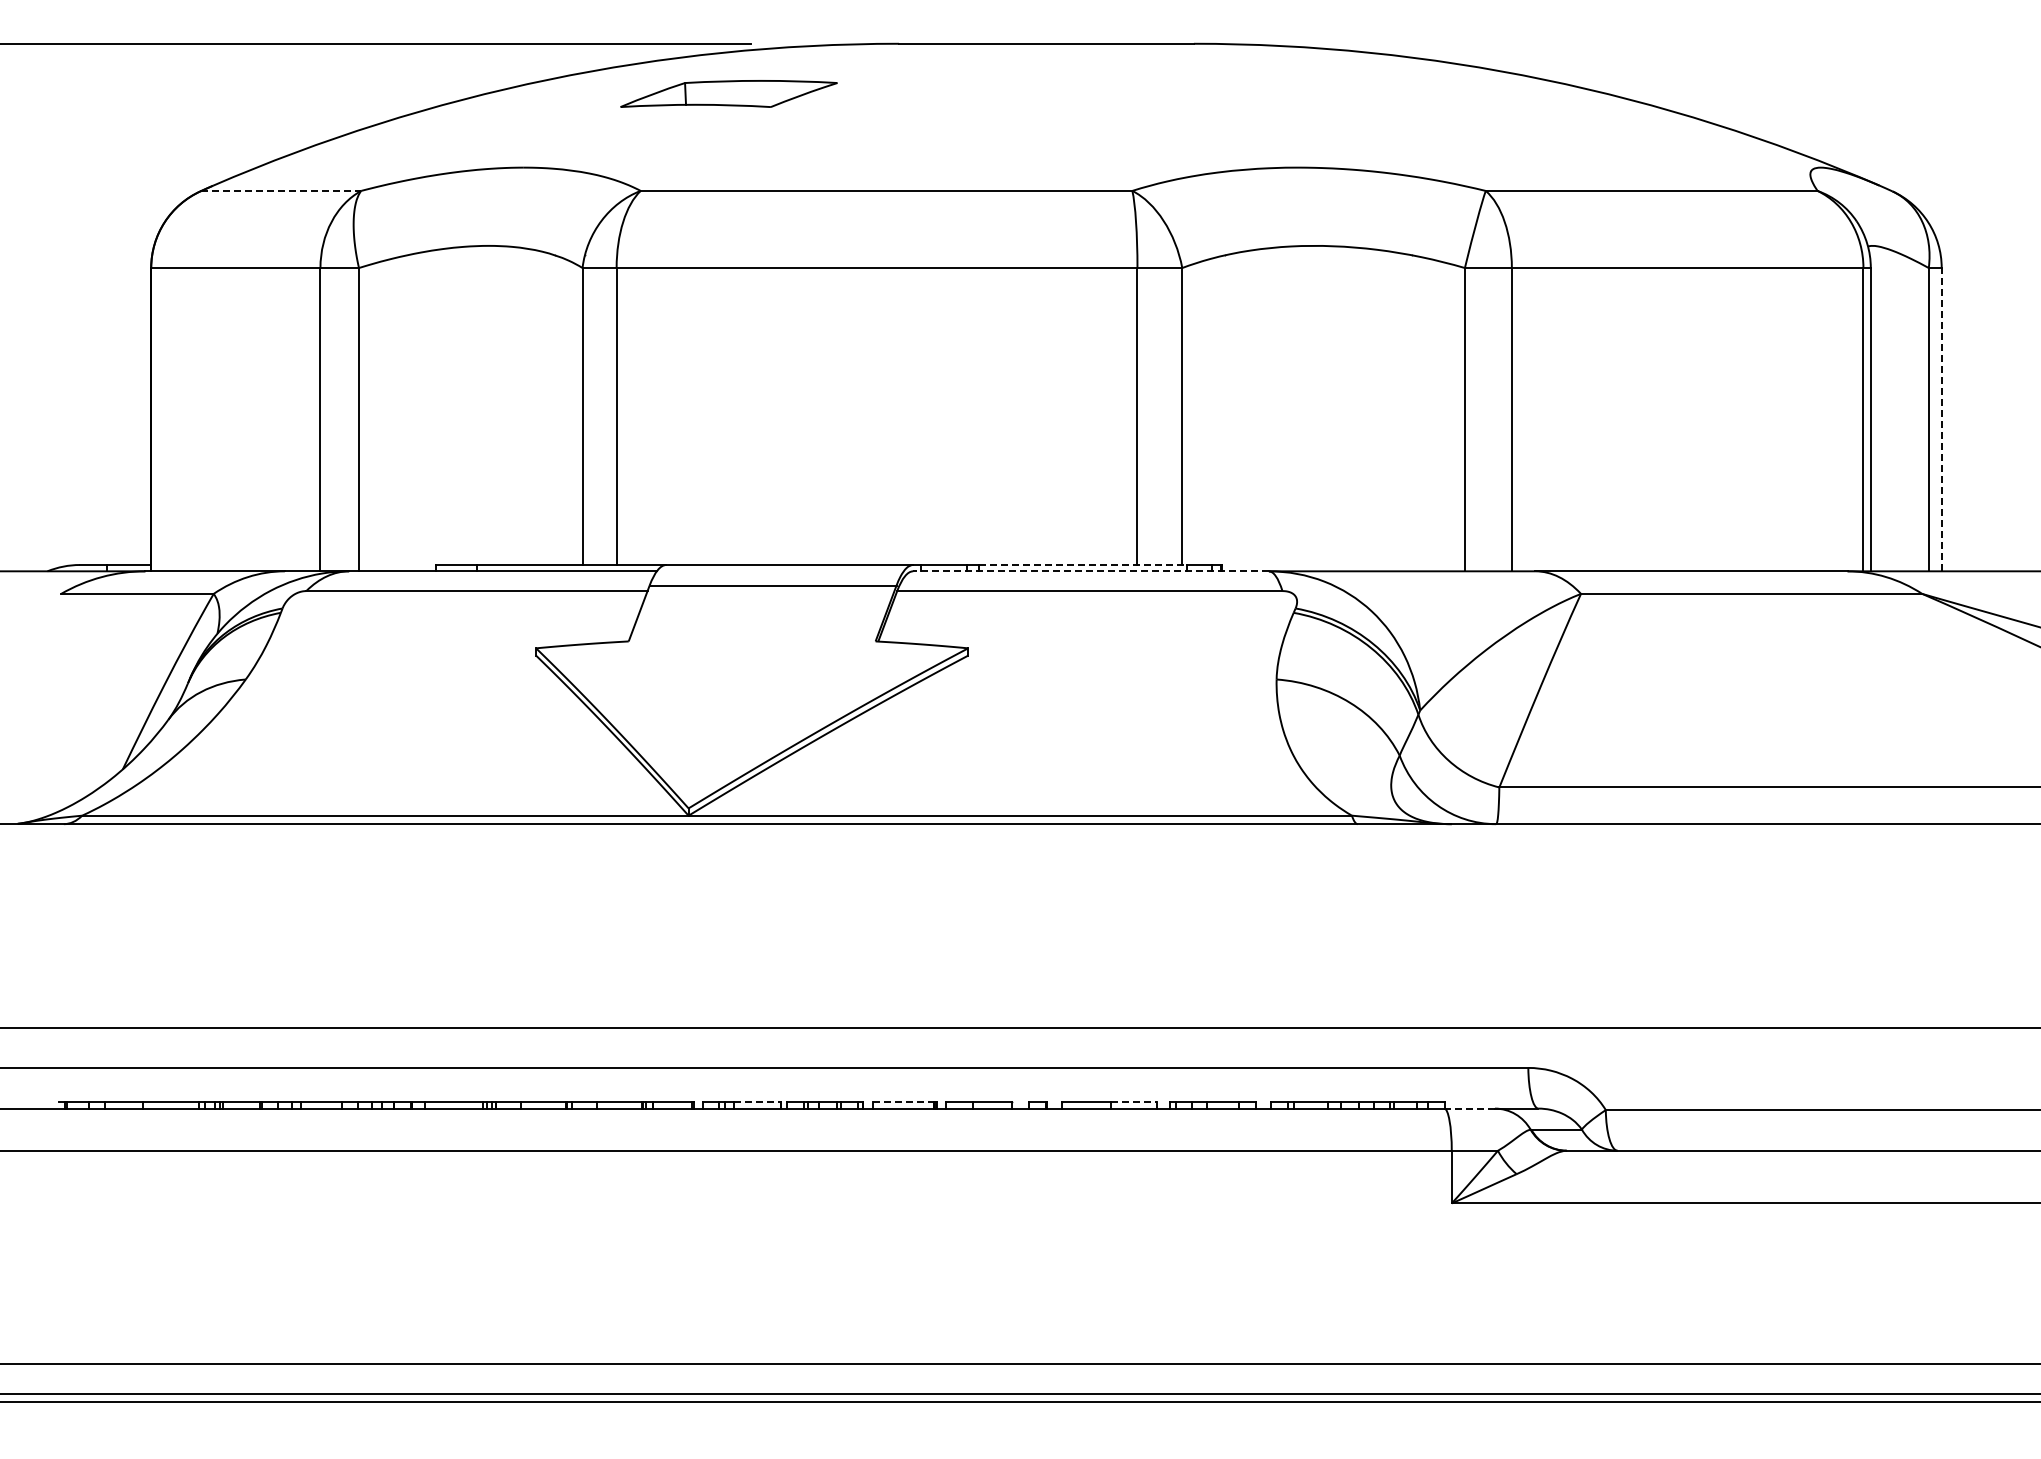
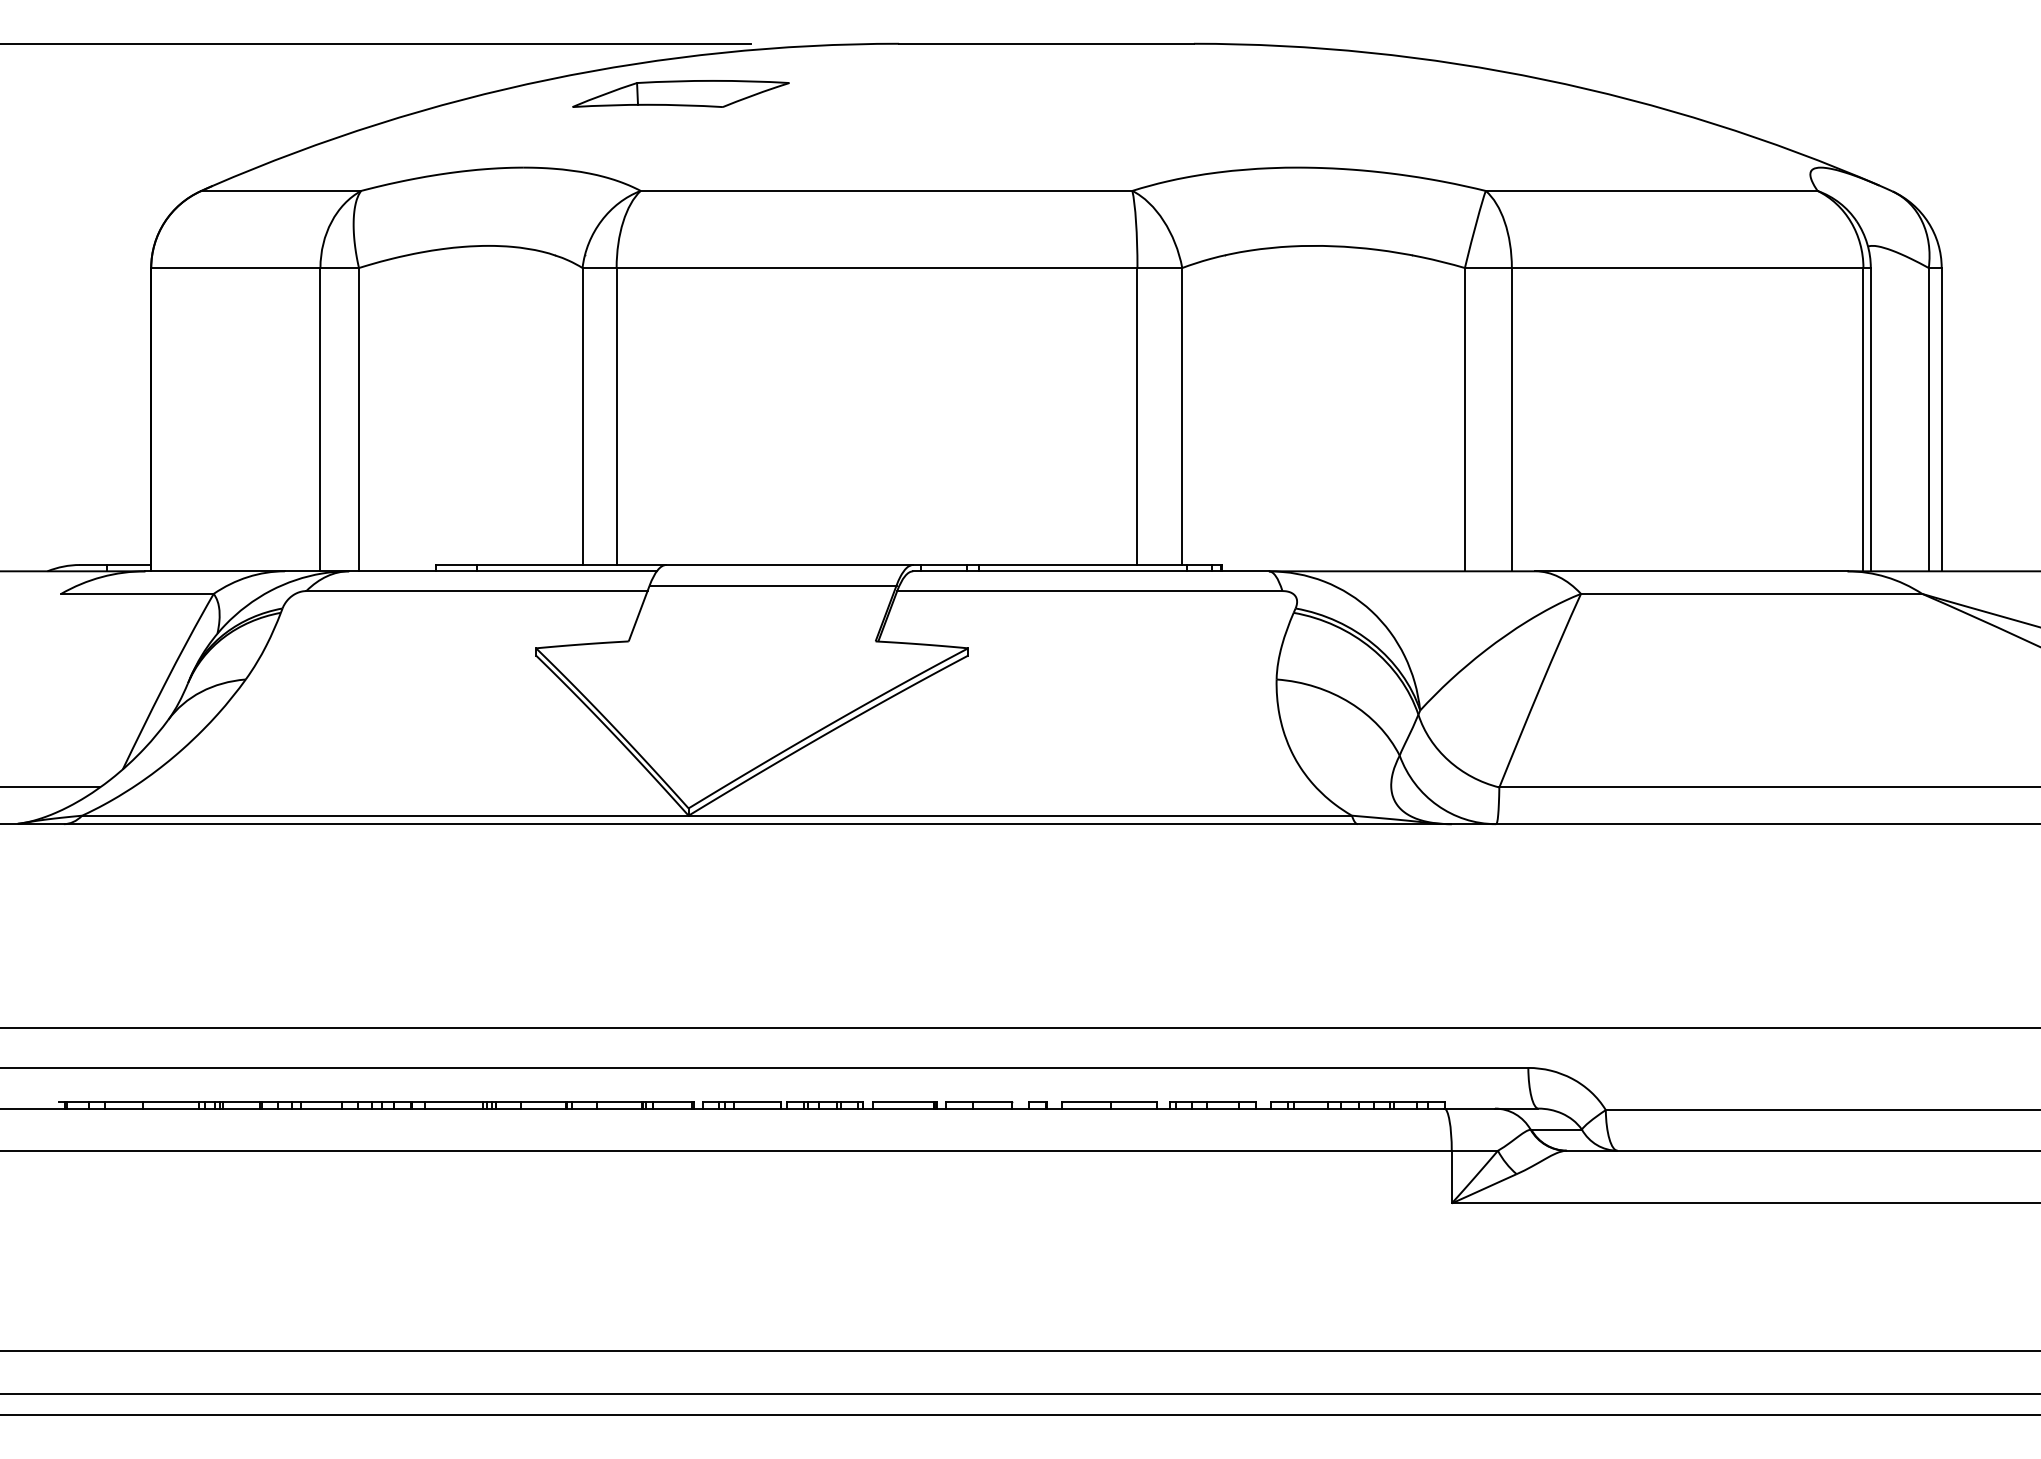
part at (728, 93) position: (728, 93) -> (680, 93)
line at (281, 190): dashed -> solid
line at (1941, 419): dashed -> solid
line at (1083, 565): dashed -> solid
line at (1091, 571): dashed -> solid
line at (51, 787): none -> present
line at (757, 1102): dashed -> solid
line at (903, 1102): dashed -> solid
line at (1134, 1102): dashed -> solid
line at (1469, 1108): dashed -> solid
line at (1019, 1363) position: (1019, 1363) -> (1019, 1350)
line at (1019, 1402) position: (1019, 1402) -> (1019, 1415)
